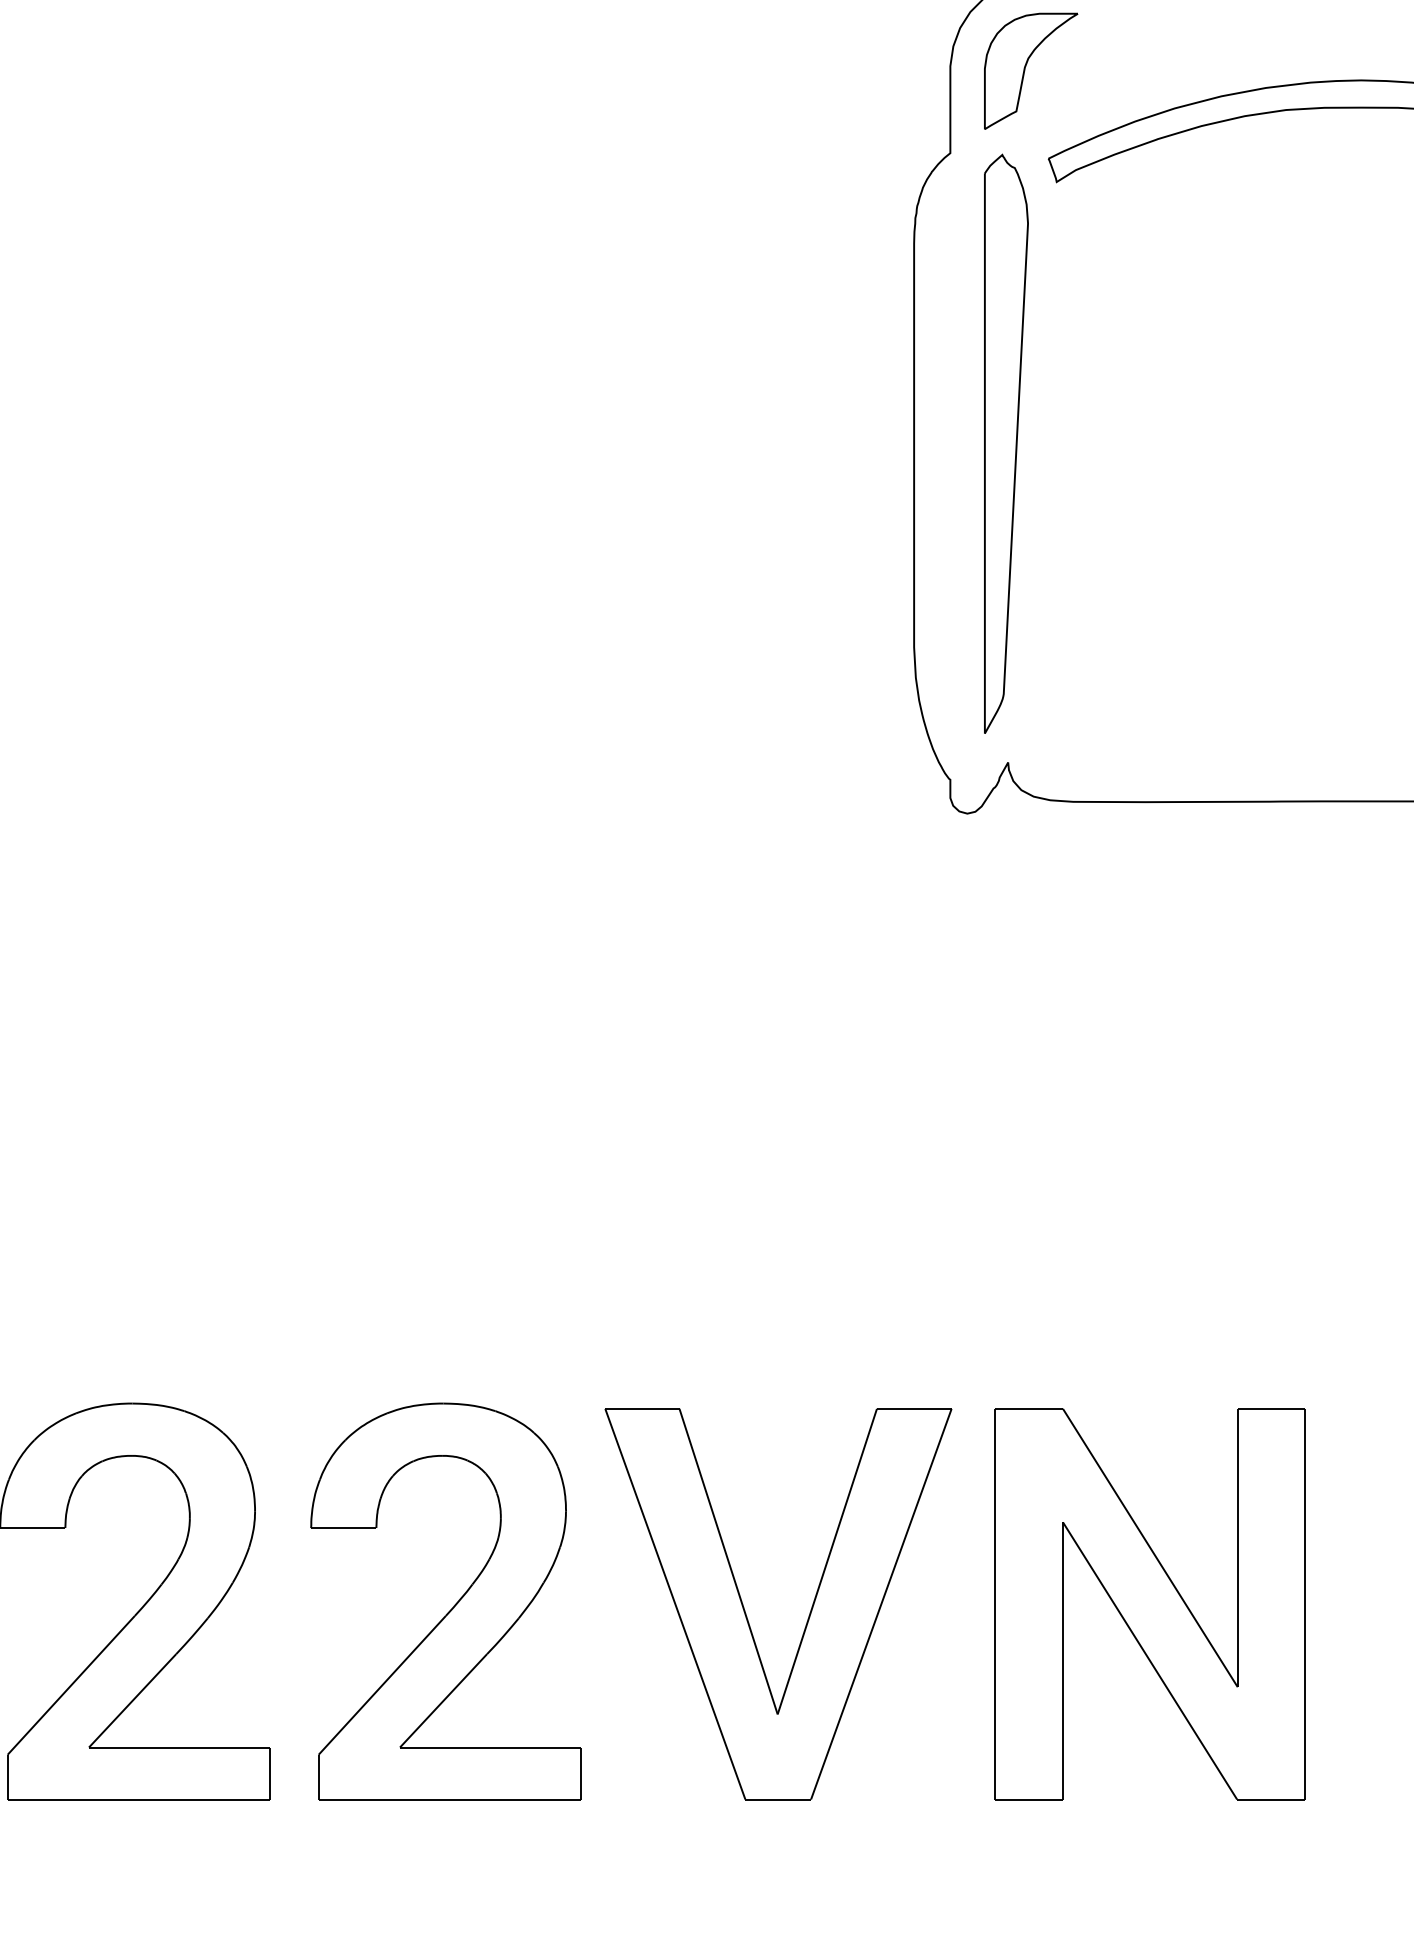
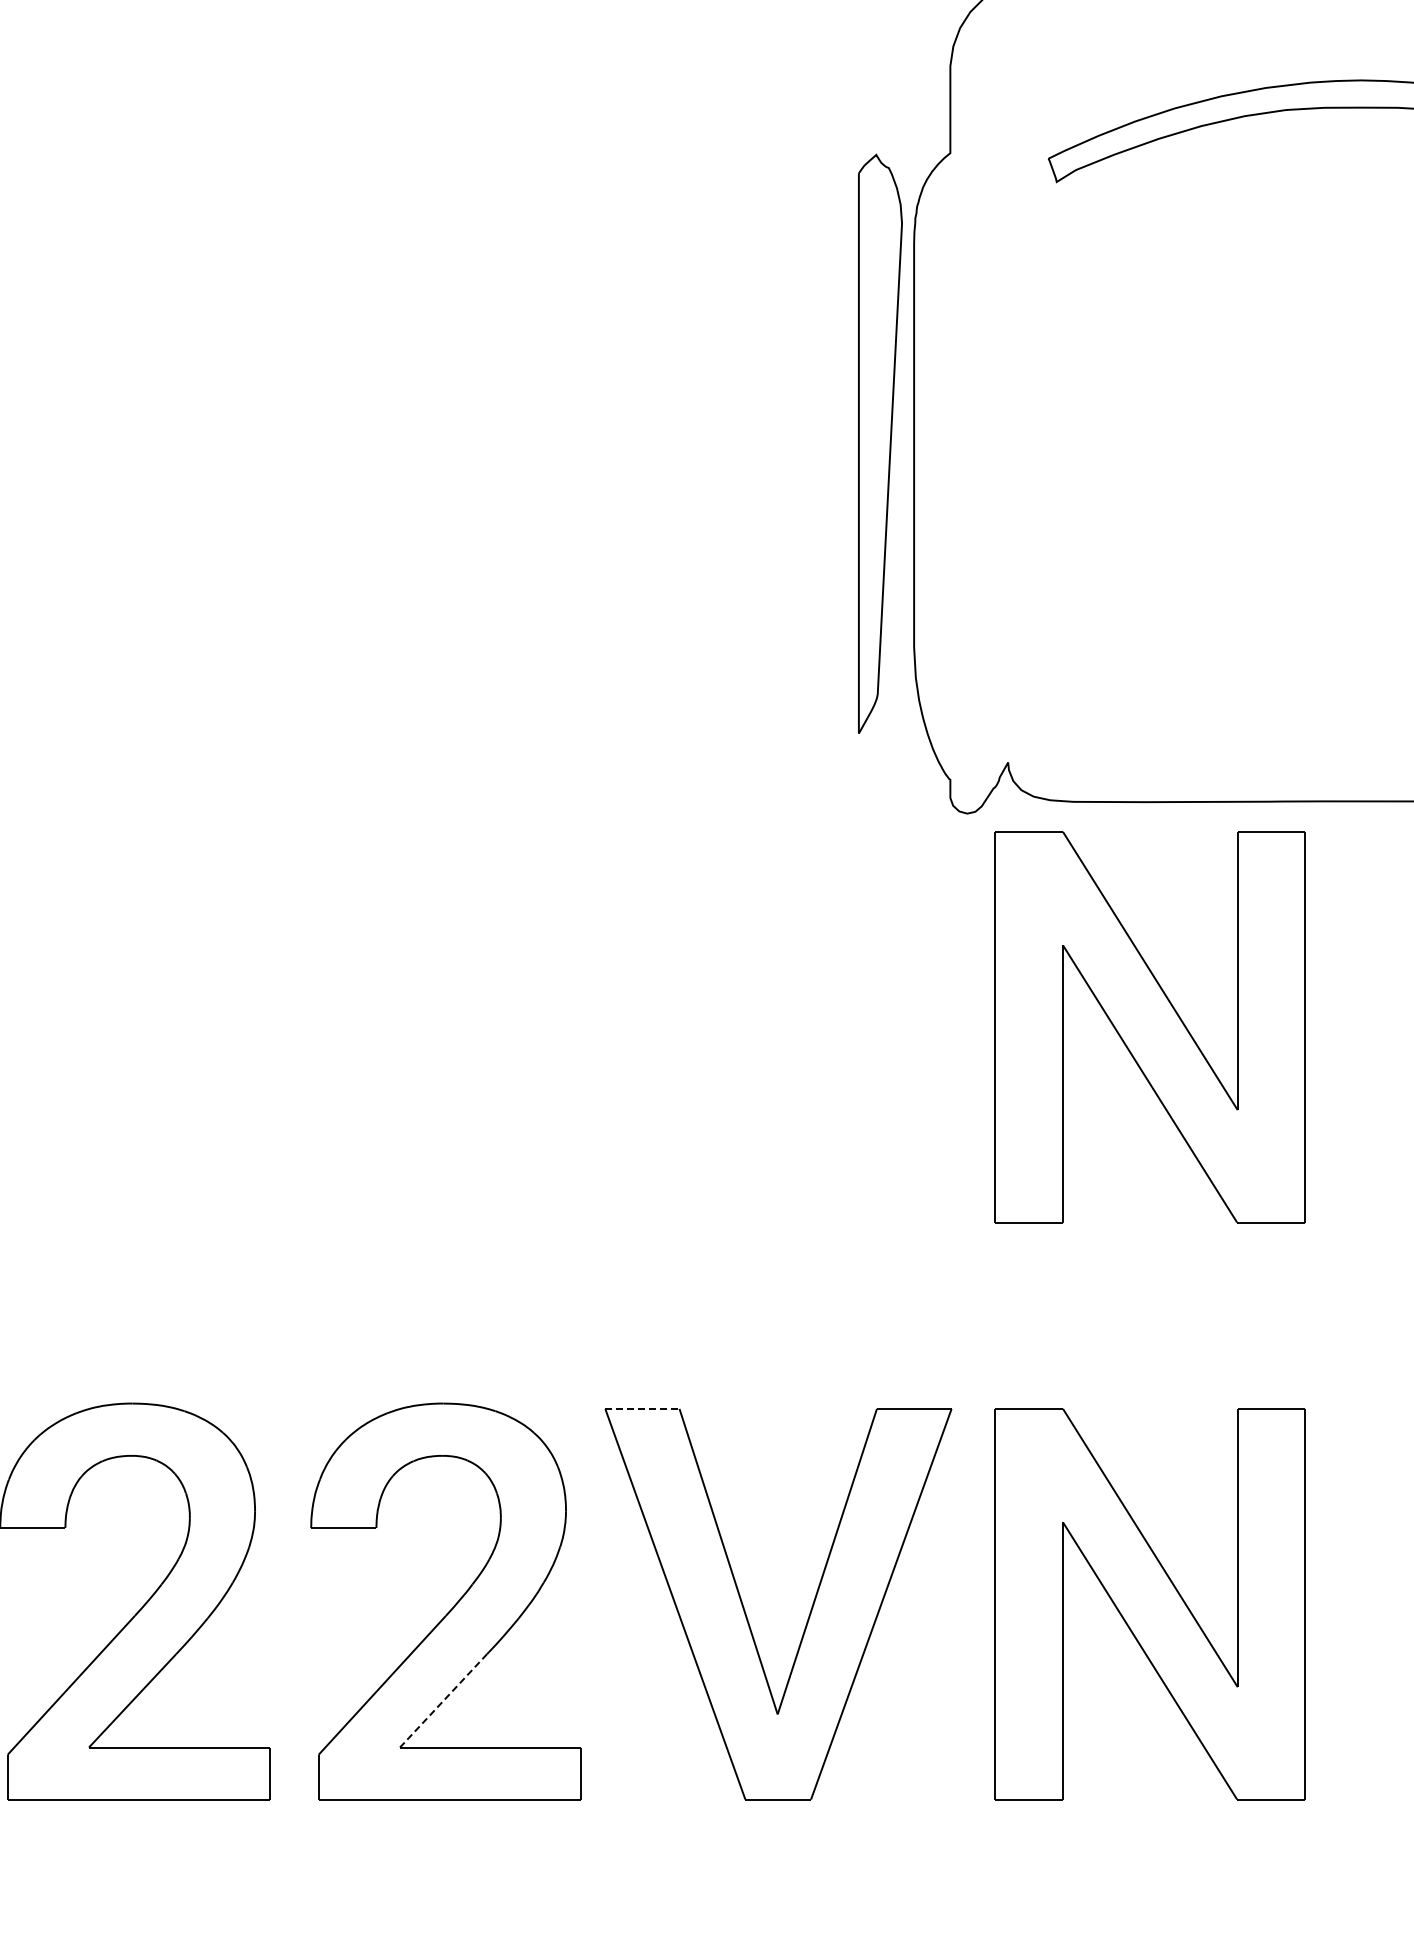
part at (1031, 70): present -> none
part at (1006, 443) position: (1006, 443) -> (880, 443)
part at (1149, 1027): none -> present
line at (642, 1408): solid -> dashed
line at (443, 1700): solid -> dashed
